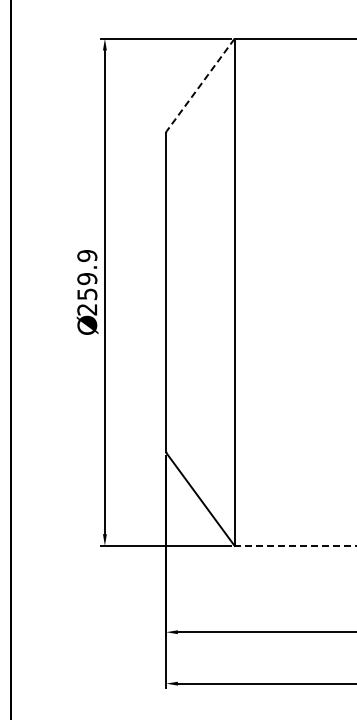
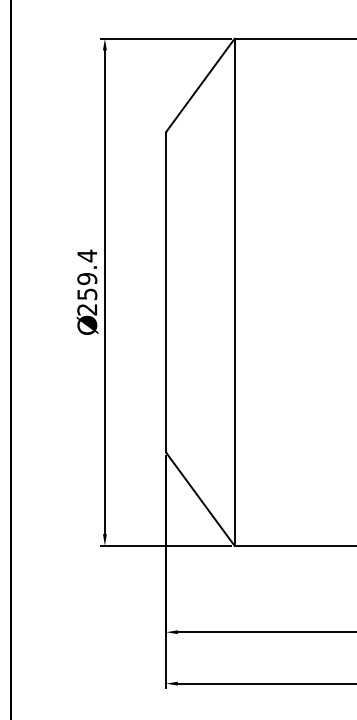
line at (200, 85): dashed -> solid
text at (87, 255): 259.9 -> 259.4
line at (295, 545): dashed -> solid
